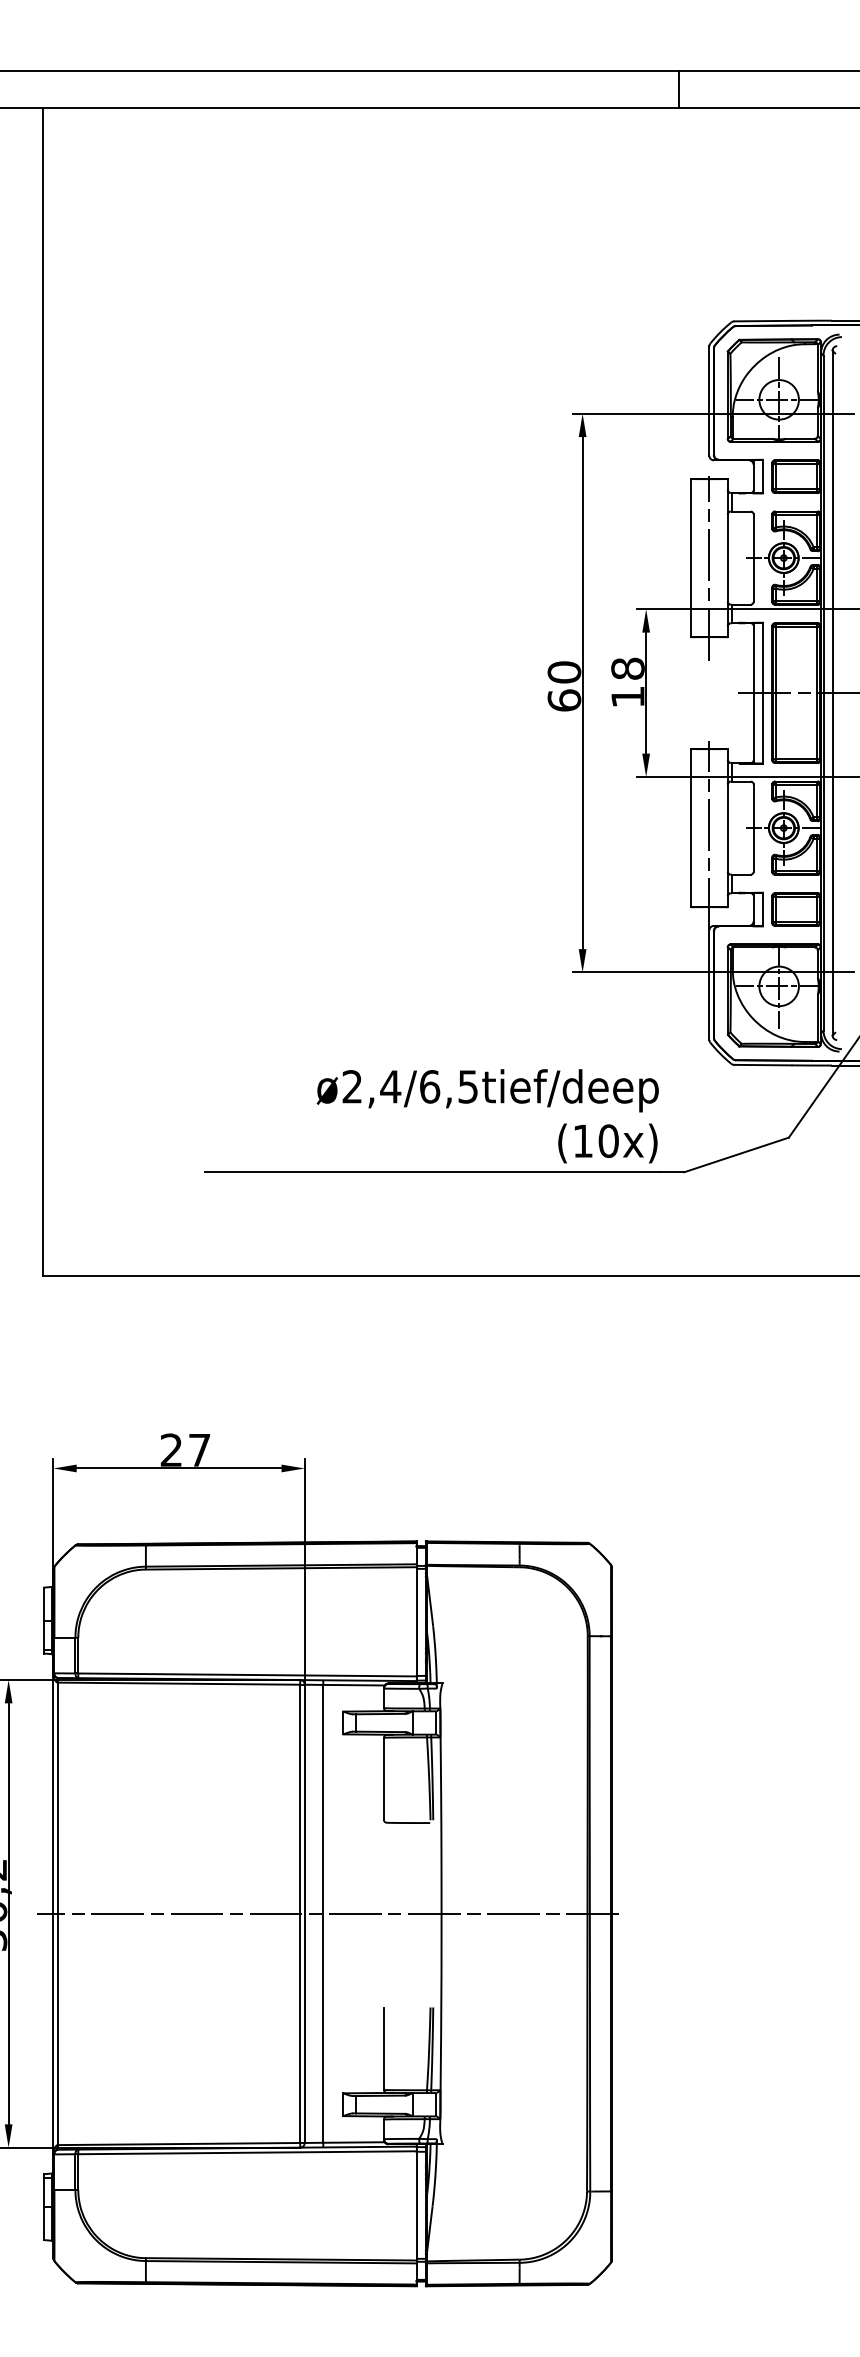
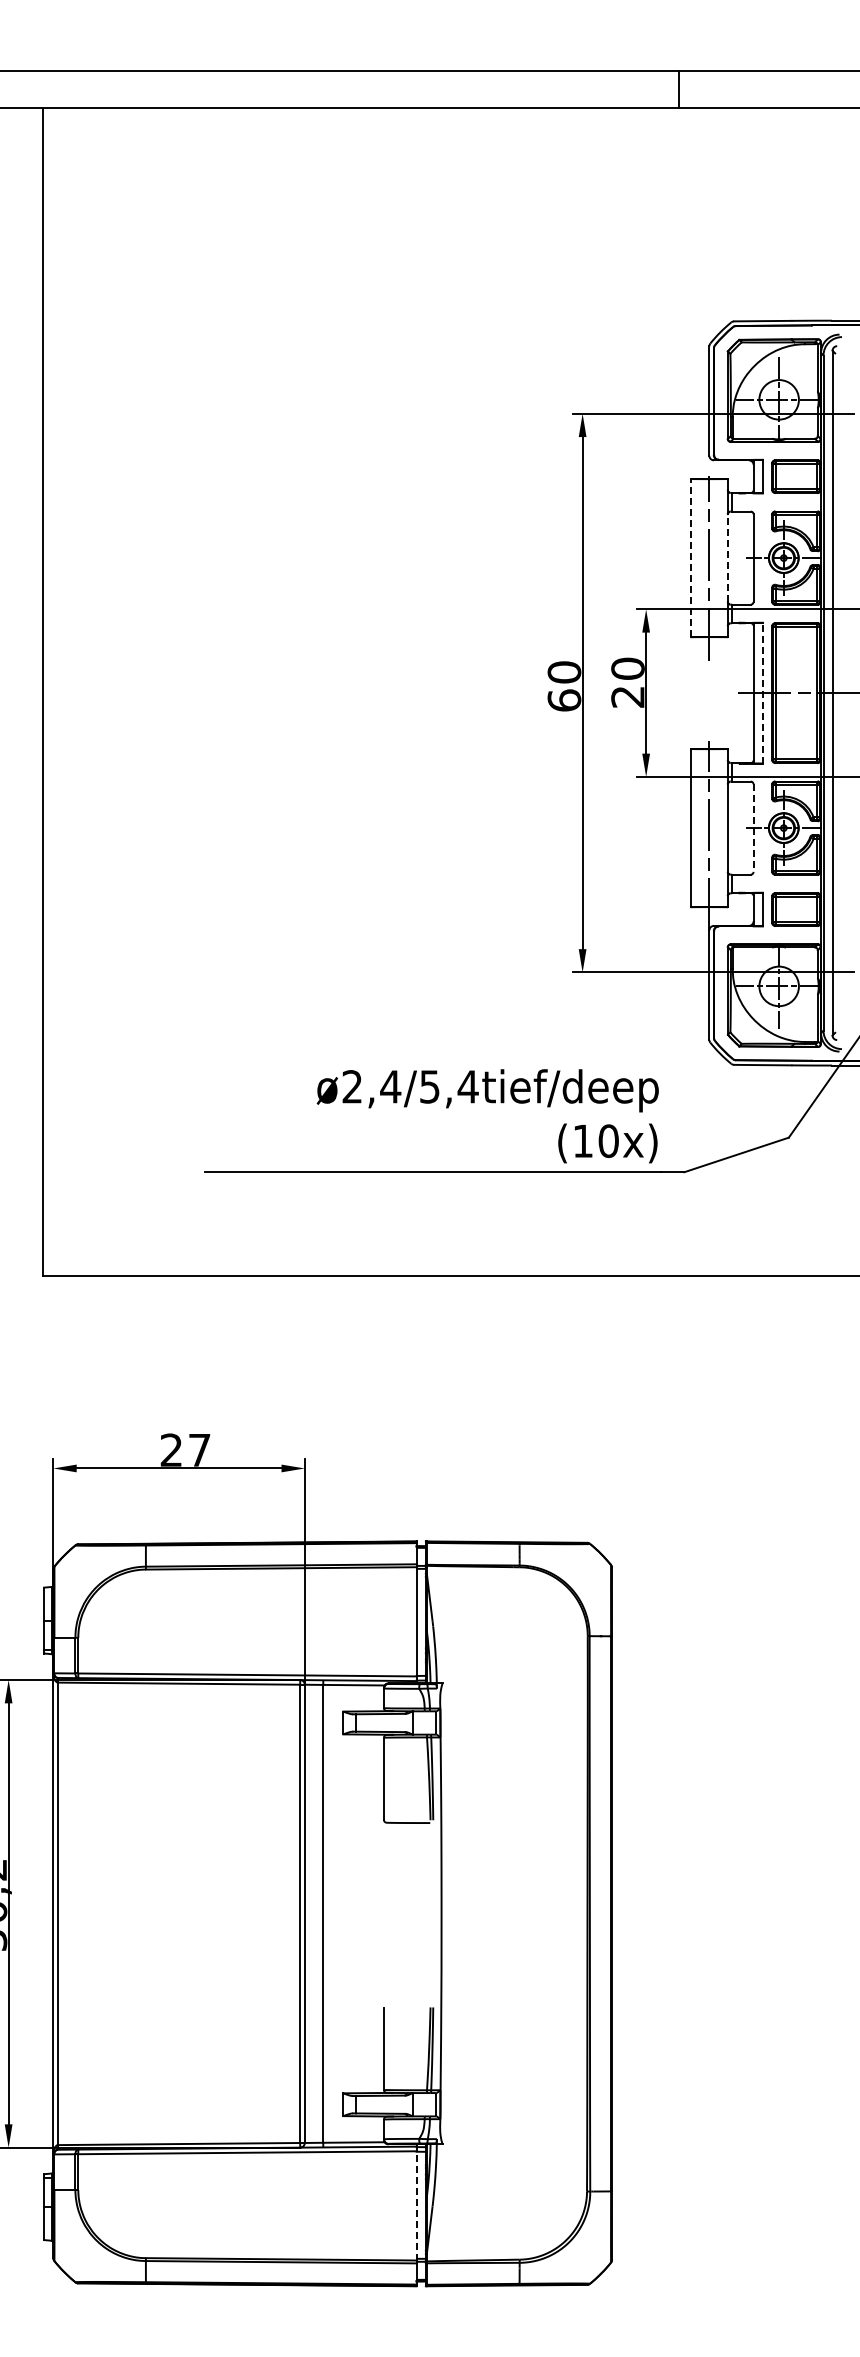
line at (690, 557): solid -> dashed
line at (727, 558): solid -> dashed
text at (627, 682): 18 -> 20
line at (762, 692): solid -> dashed
line at (753, 828): solid -> dashed
text at (449, 1086): ø2,4/6,5tief/deep -> ø2,4/5,4tief/deep
line at (327, 1913): present -> none
line at (416, 2205): solid -> dashed
